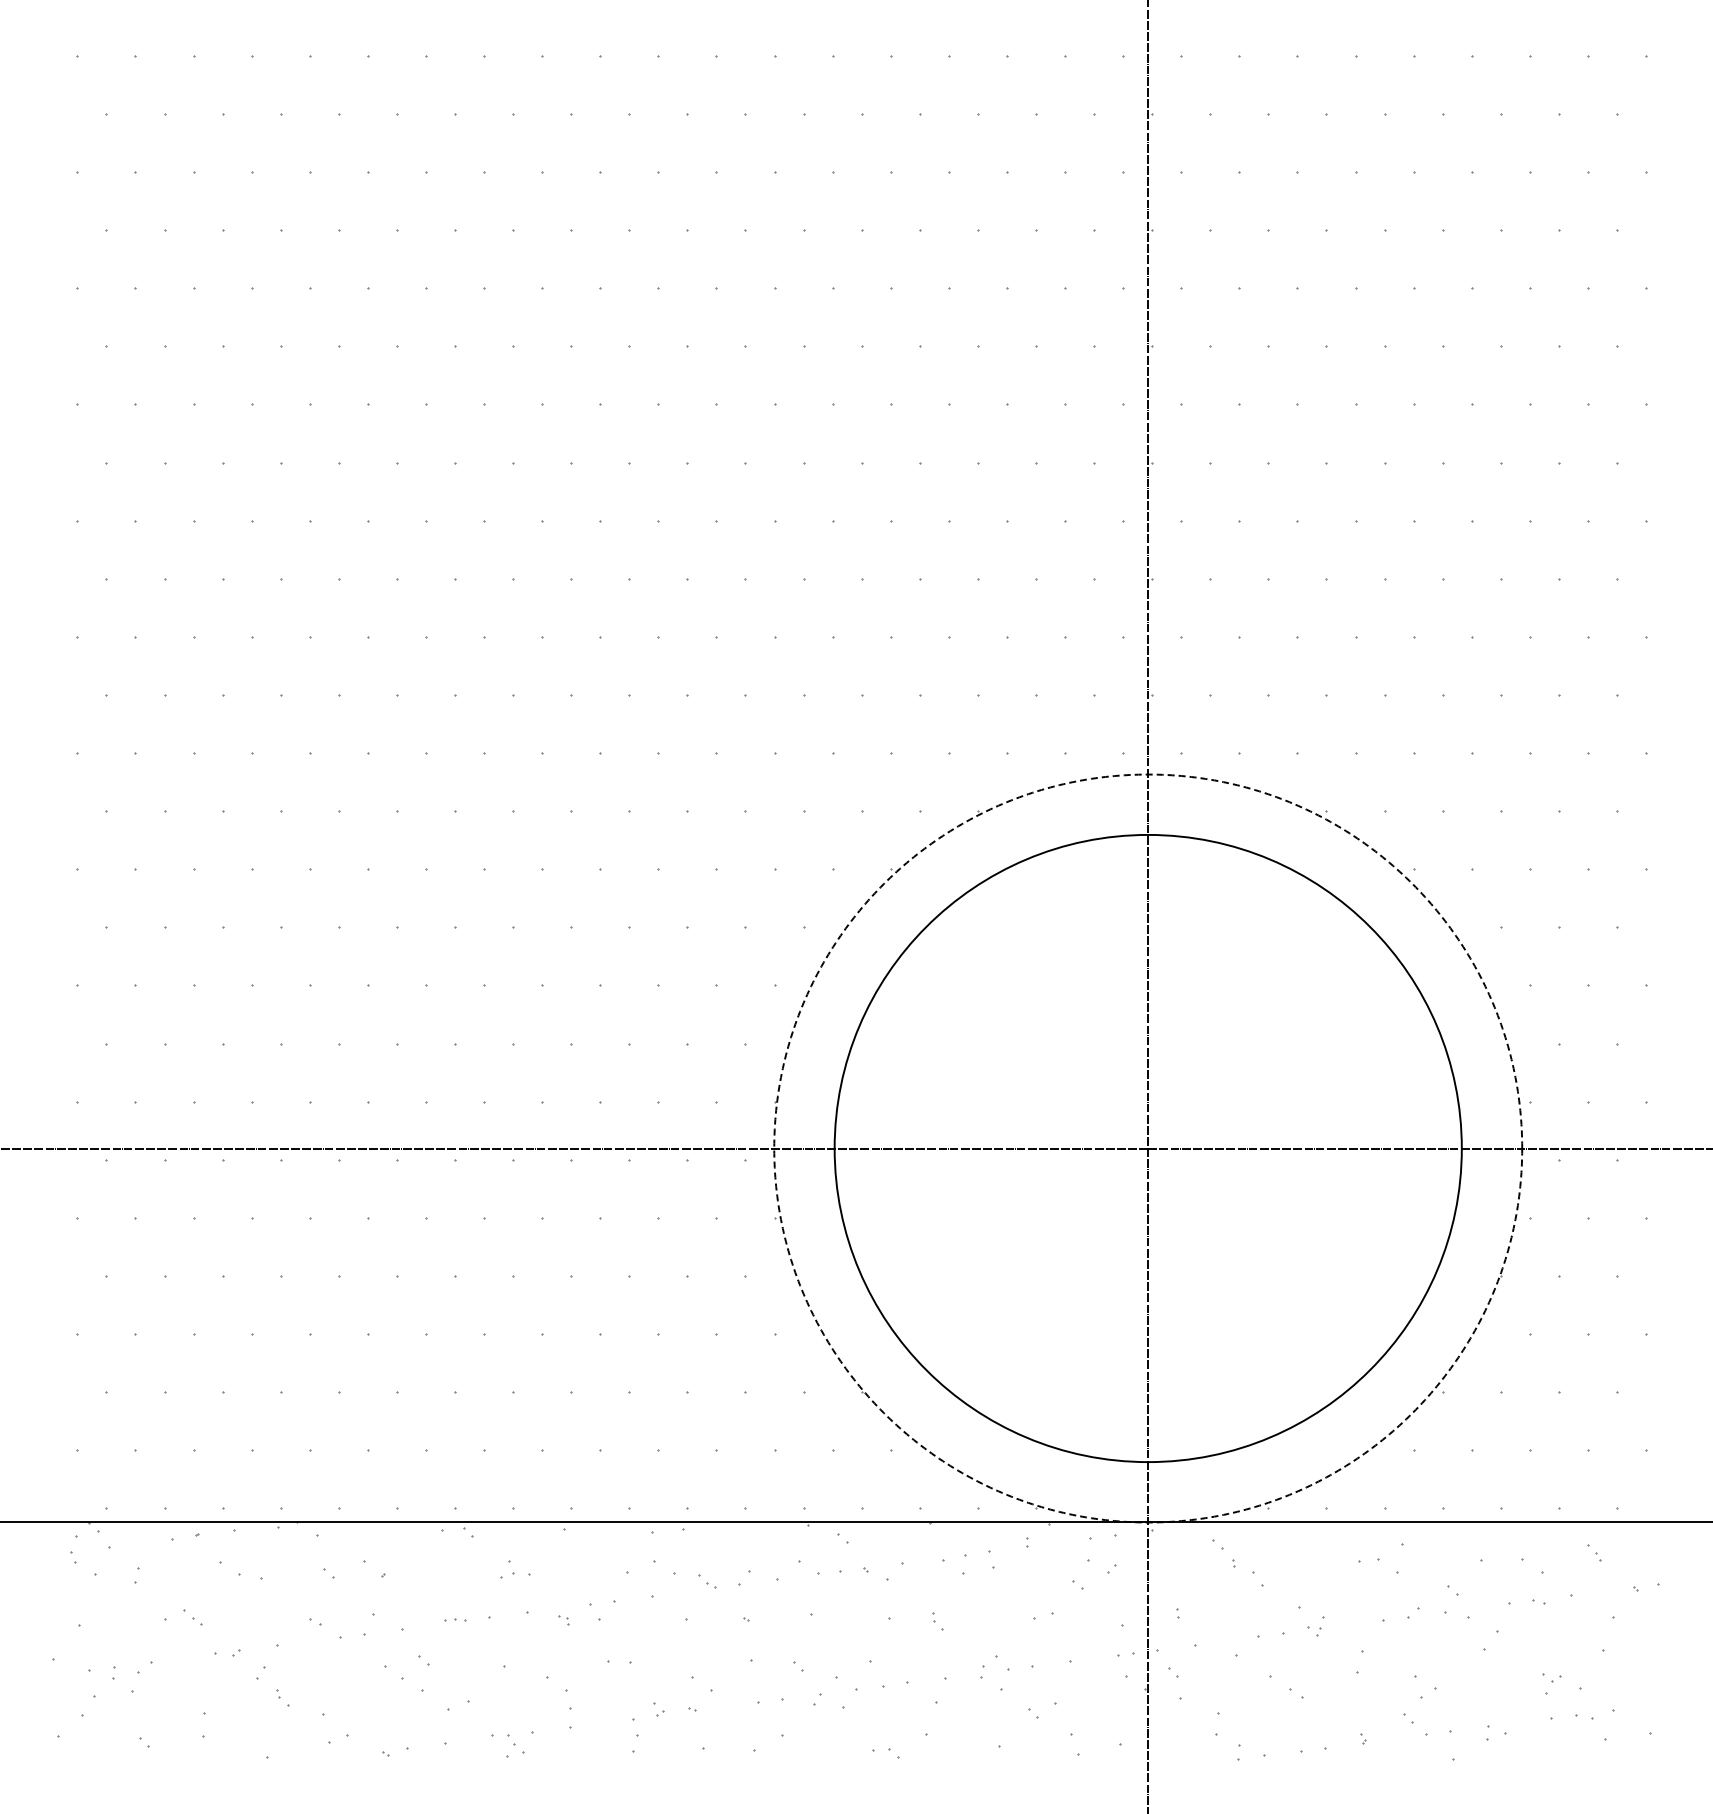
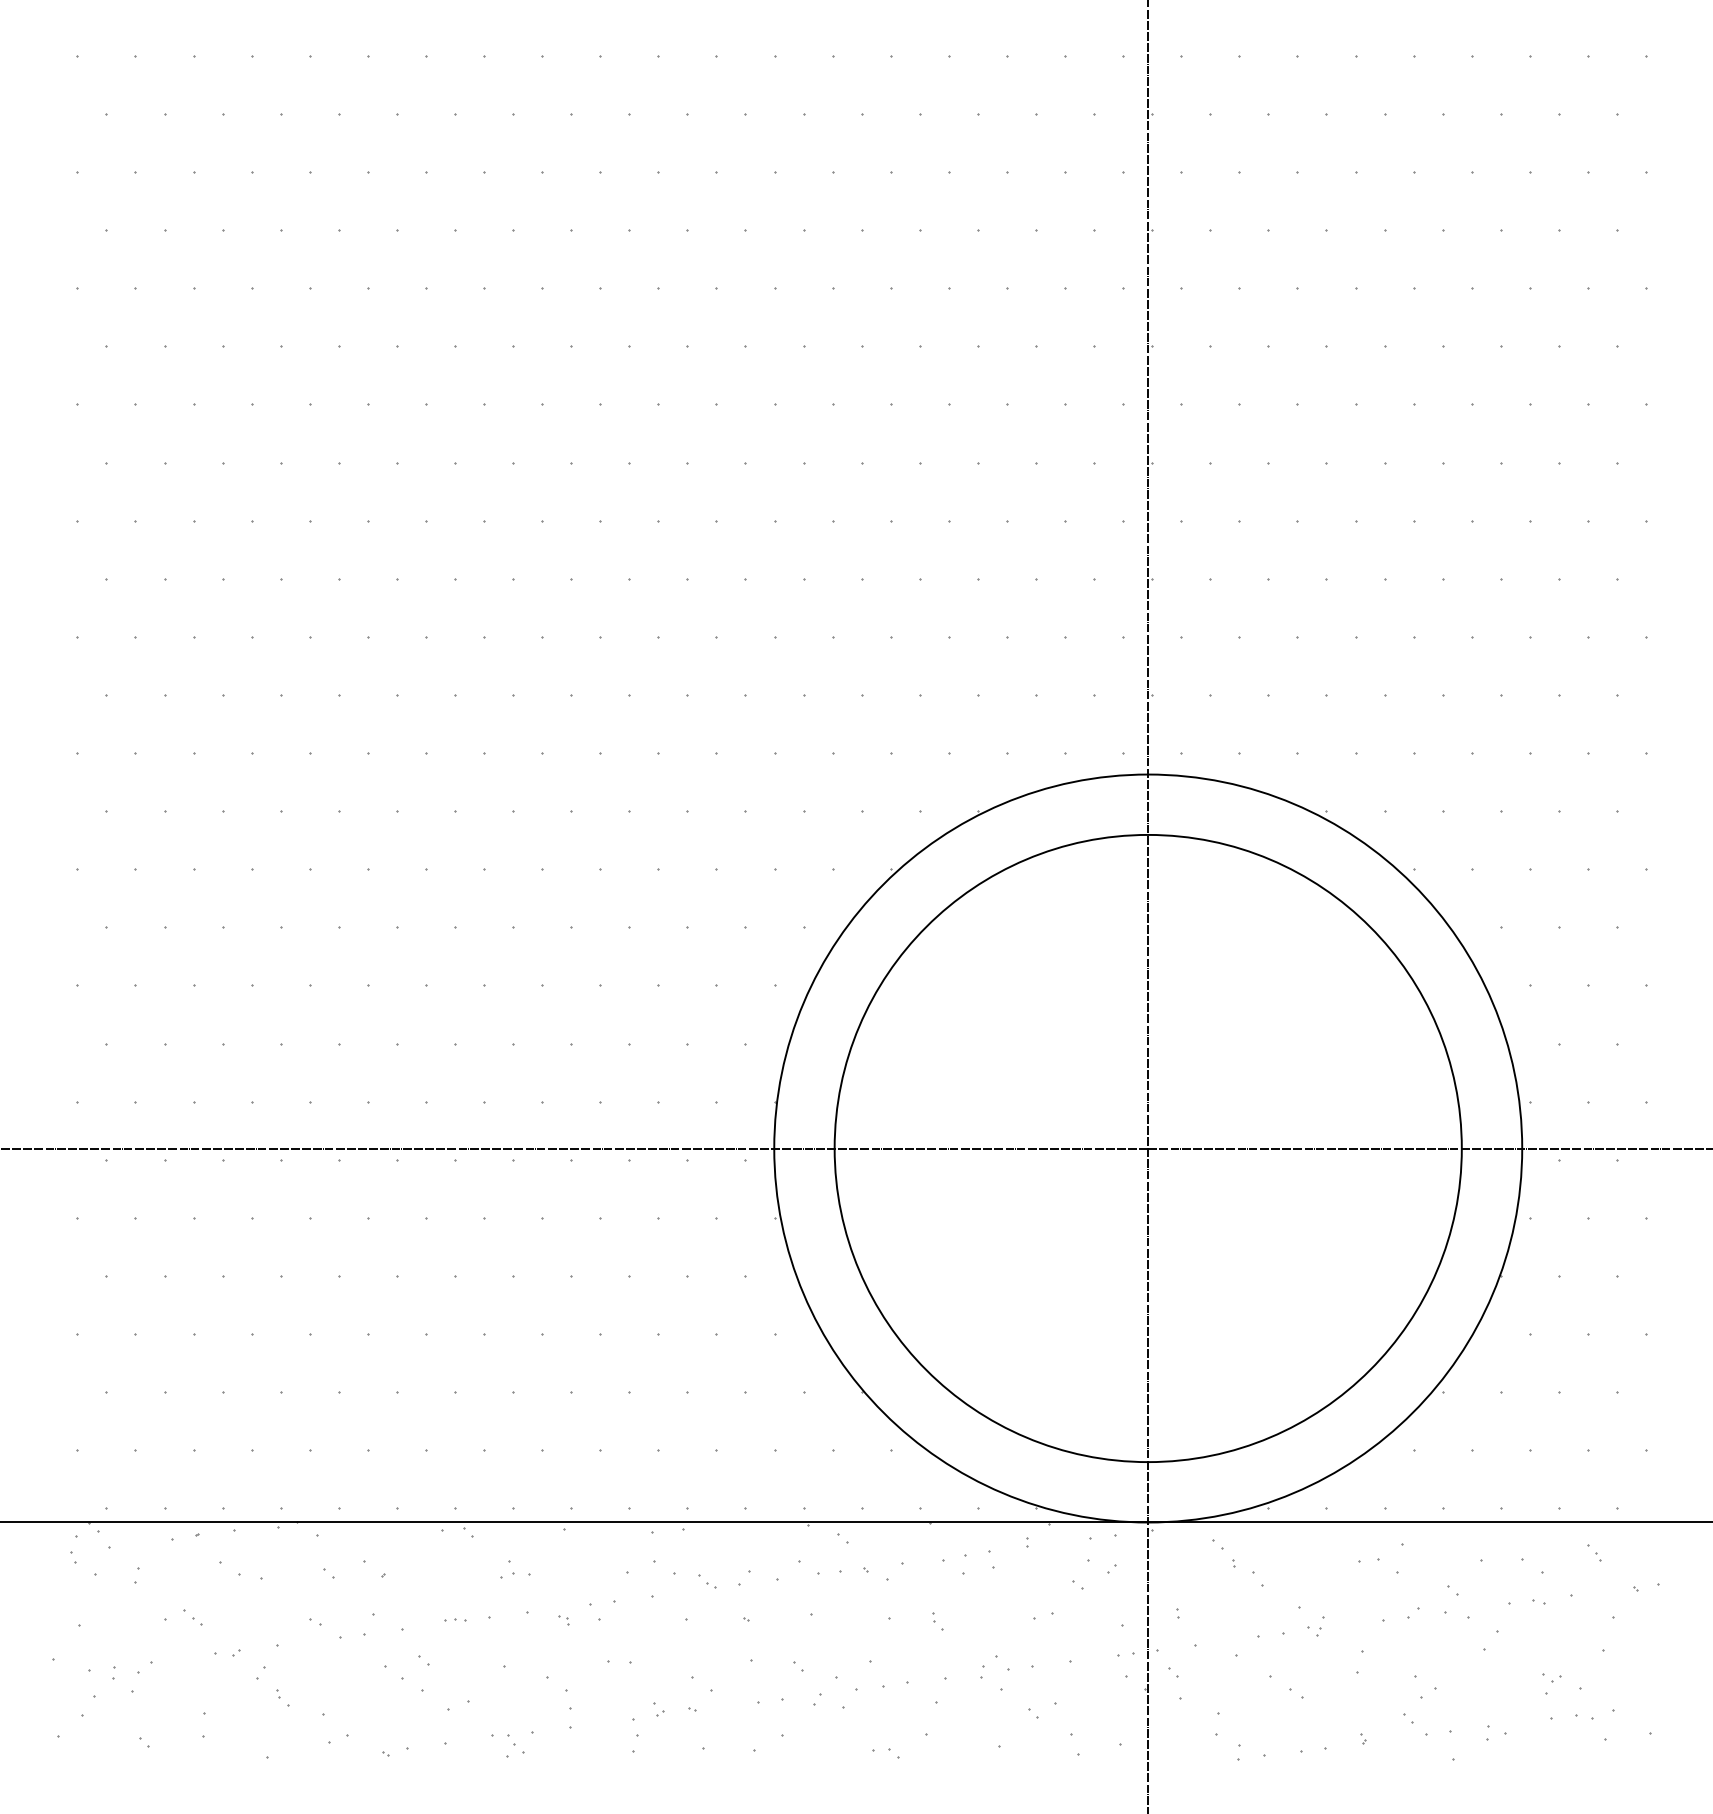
circle at (1148, 1148): dashed -> solid
